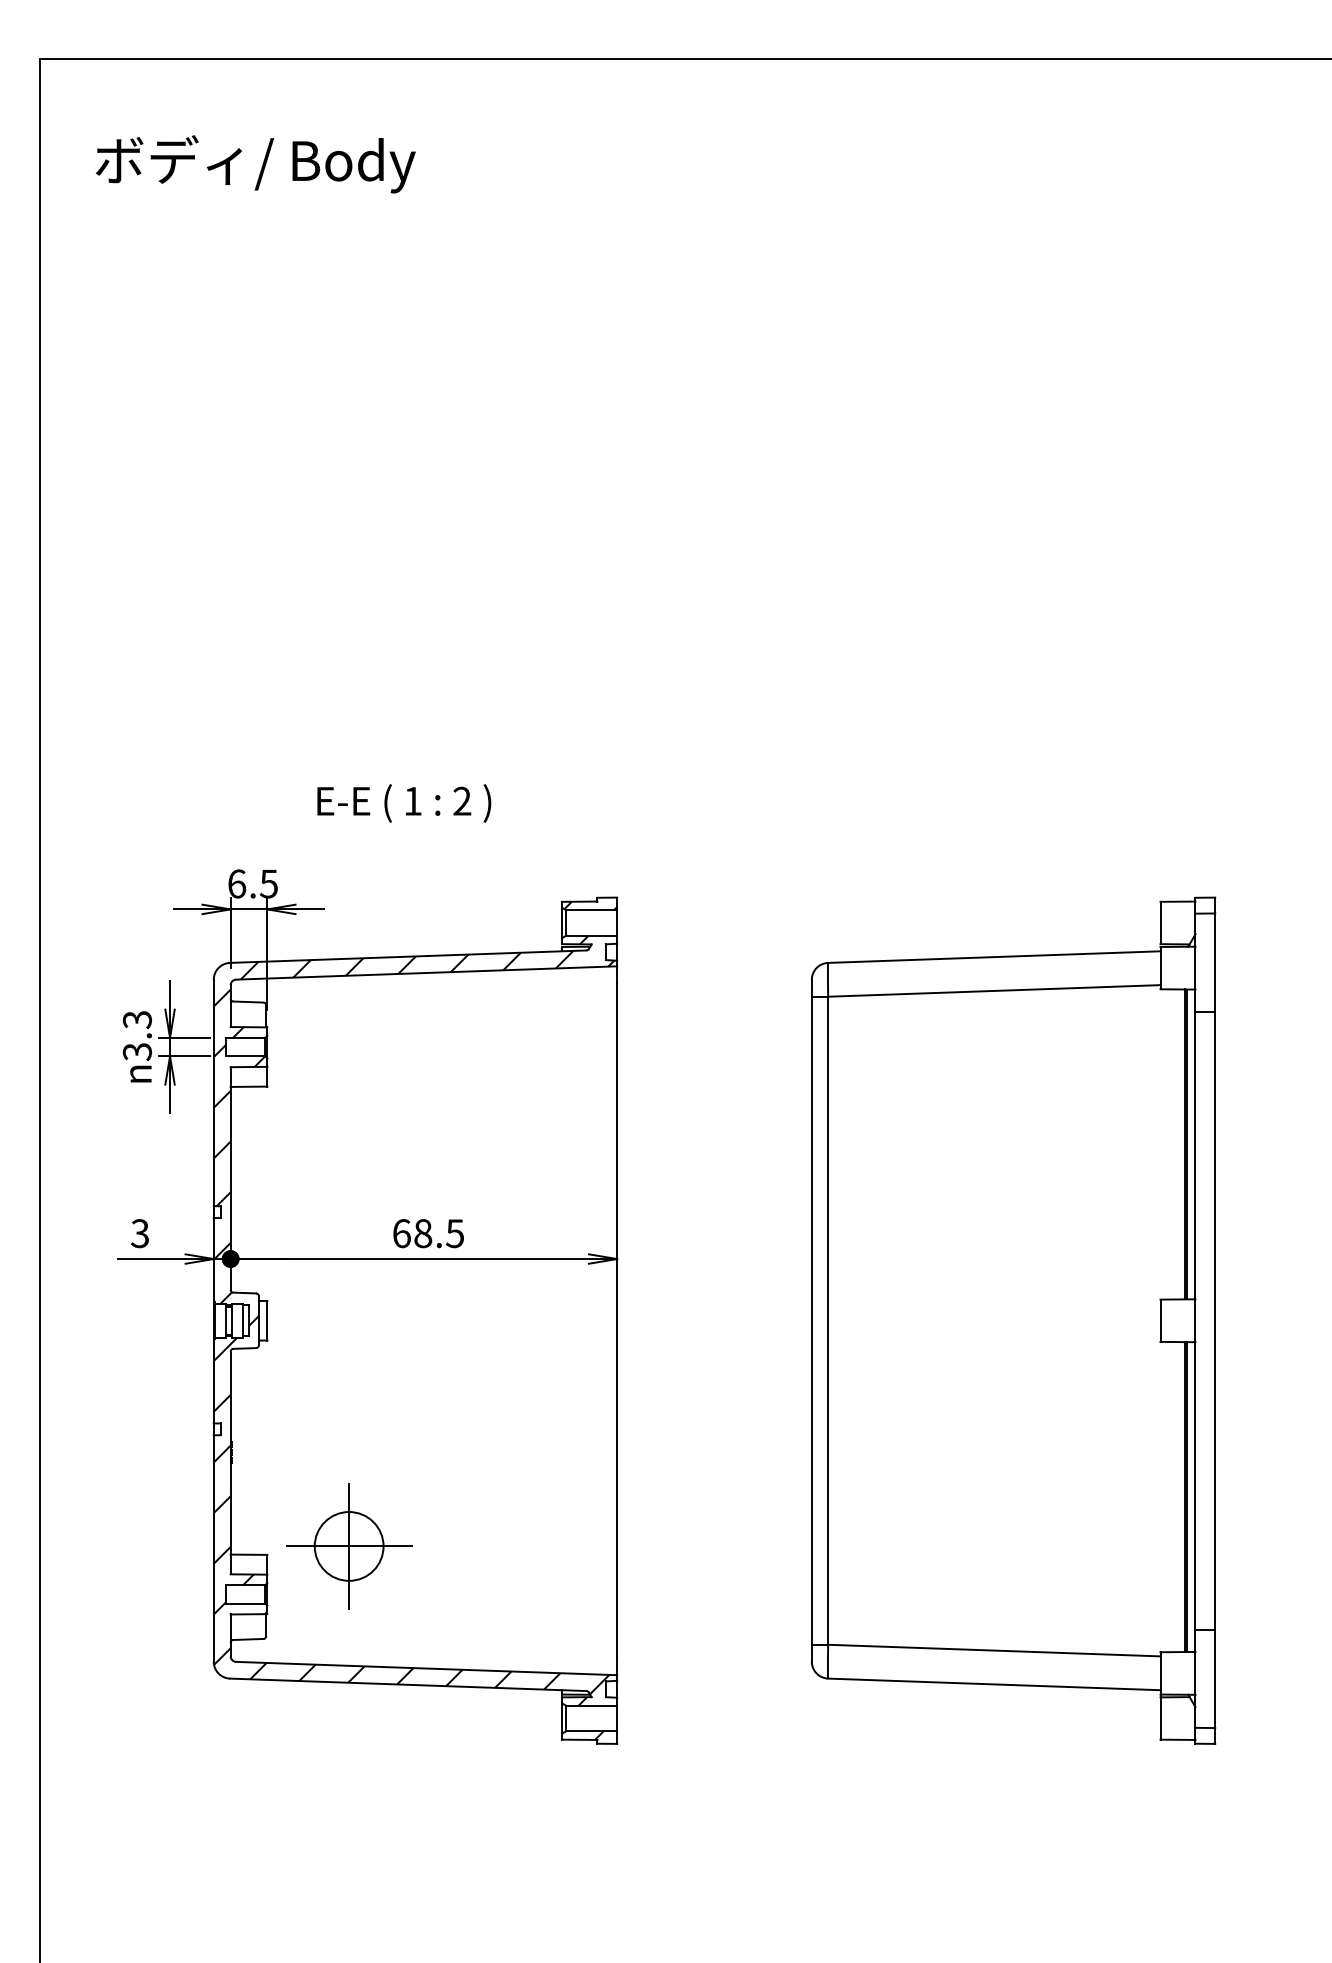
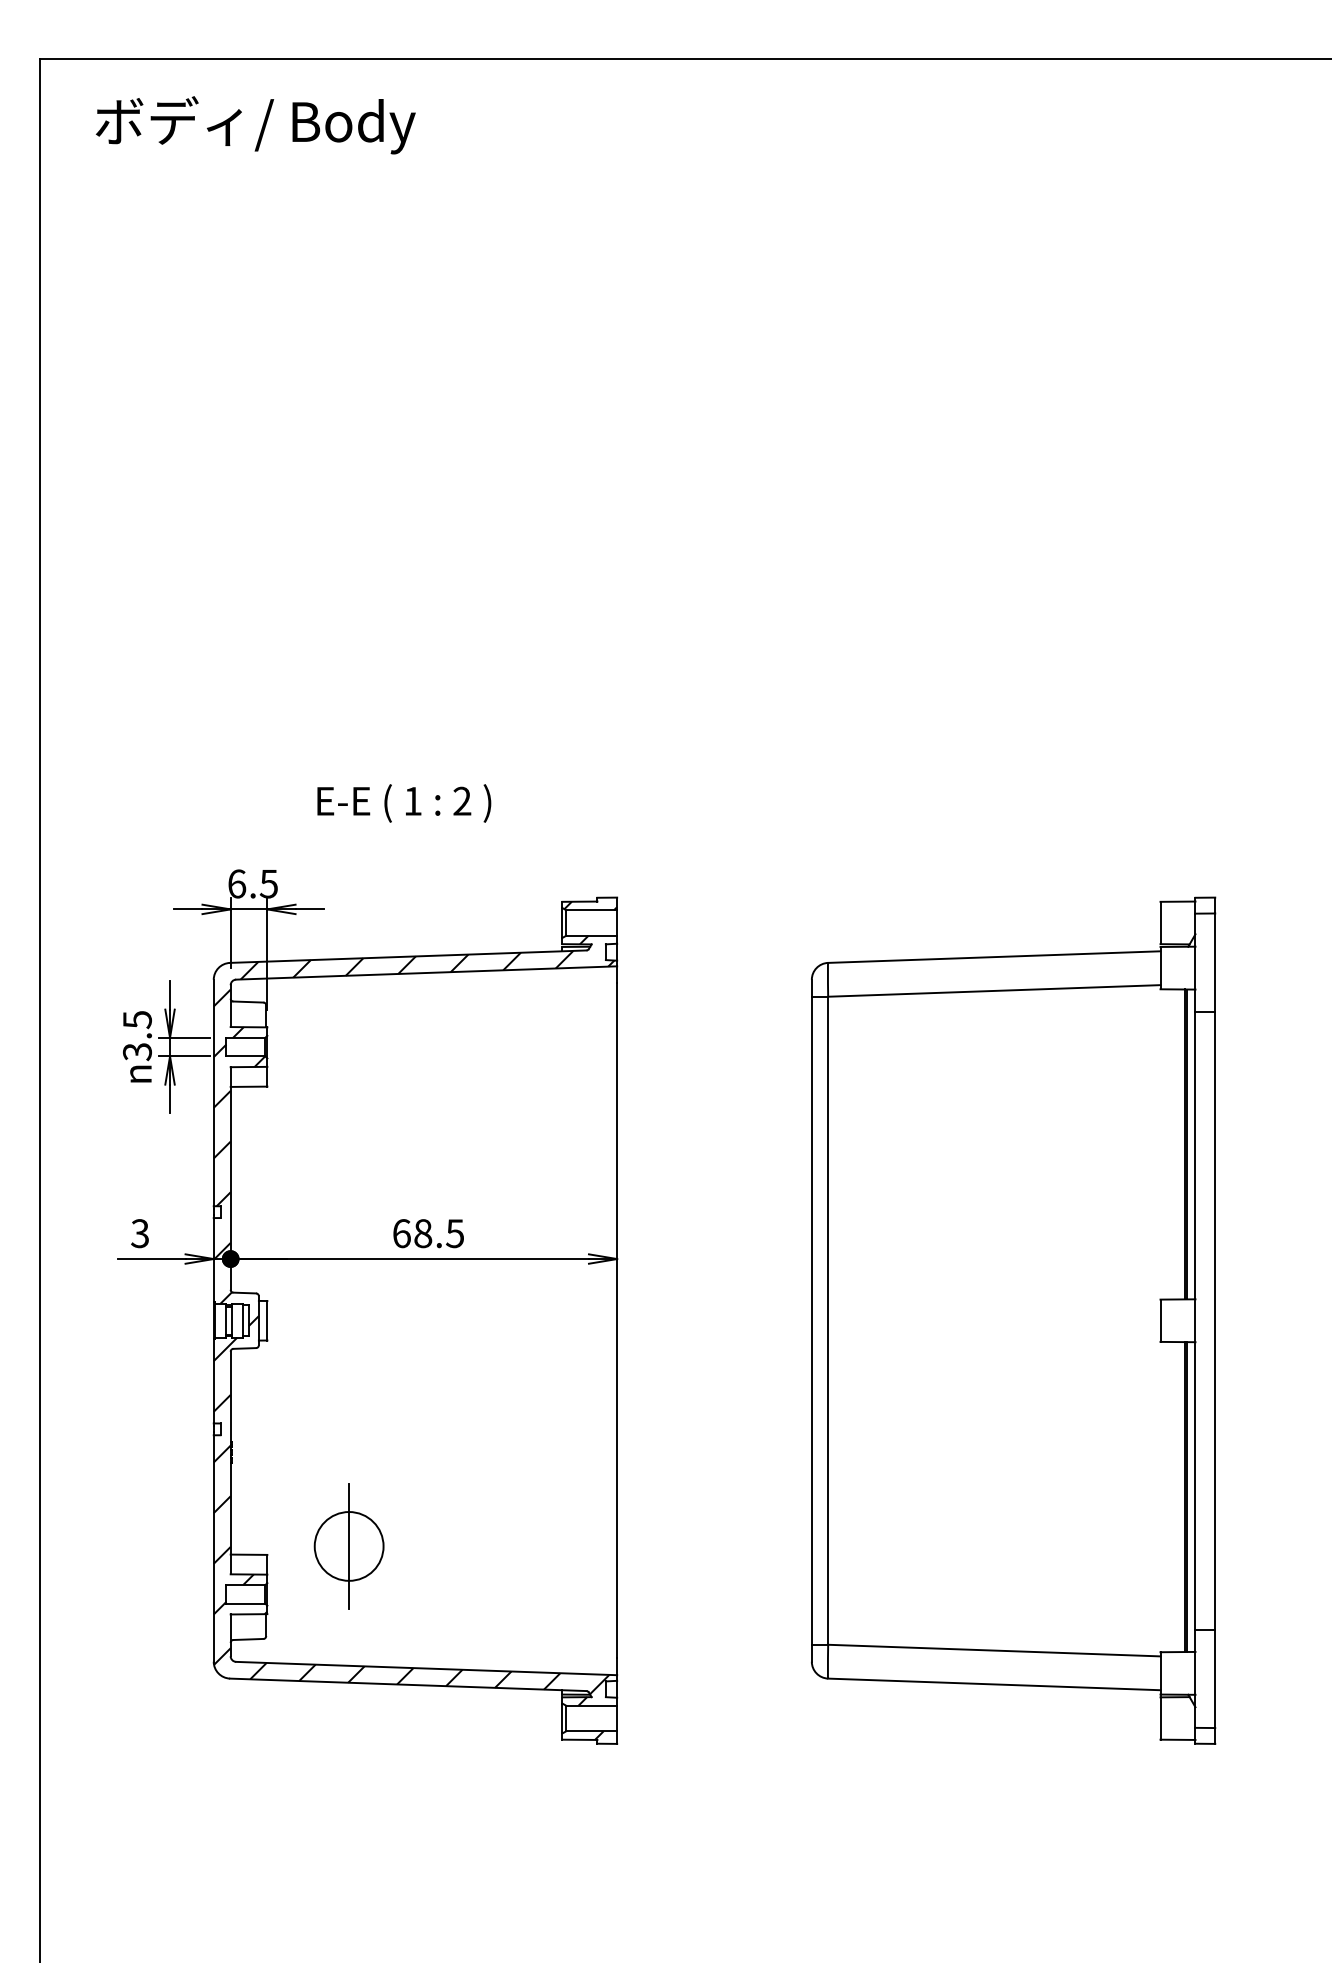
text at (255, 164) position: (255, 164) -> (255, 125)
text at (137, 1019): 3.3 -> 3.5
line at (348, 1546): present -> none
